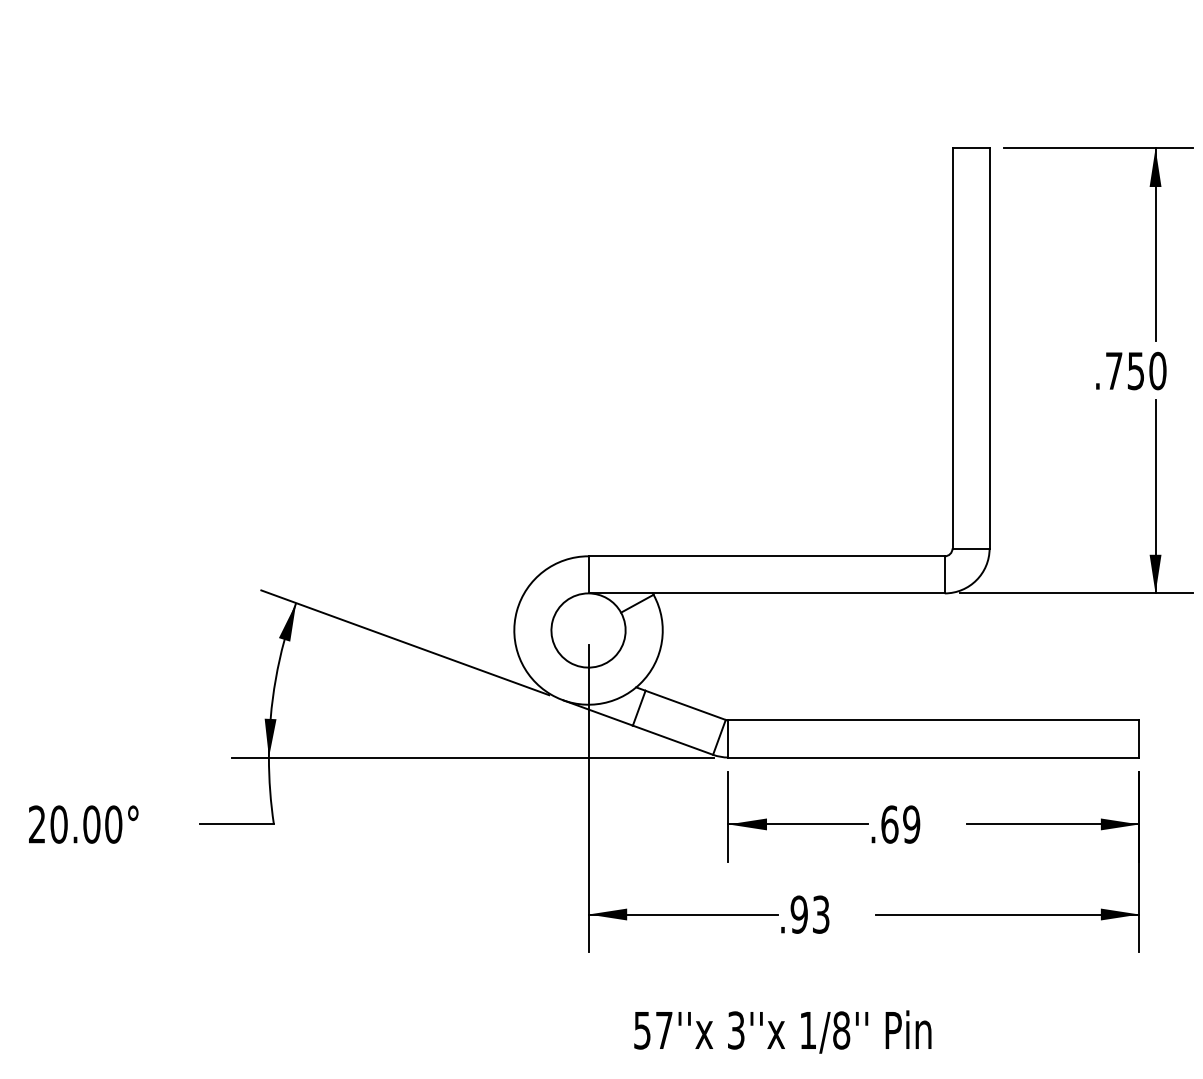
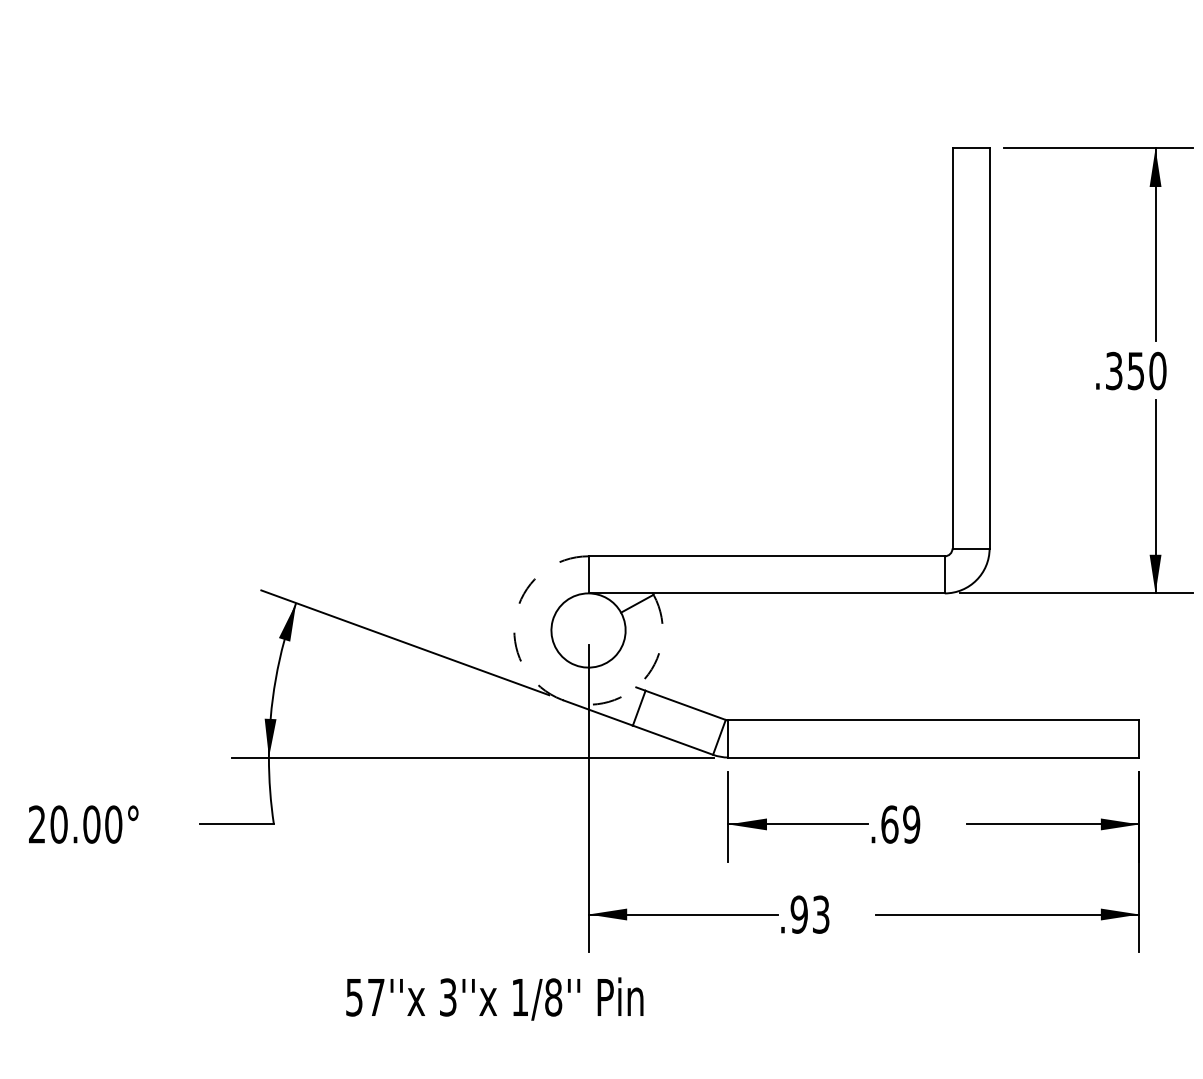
text at (1114, 370): .750 -> .350
arc at (550, 694): solid -> dashed
text at (782, 1031) position: (782, 1031) -> (494, 998)
